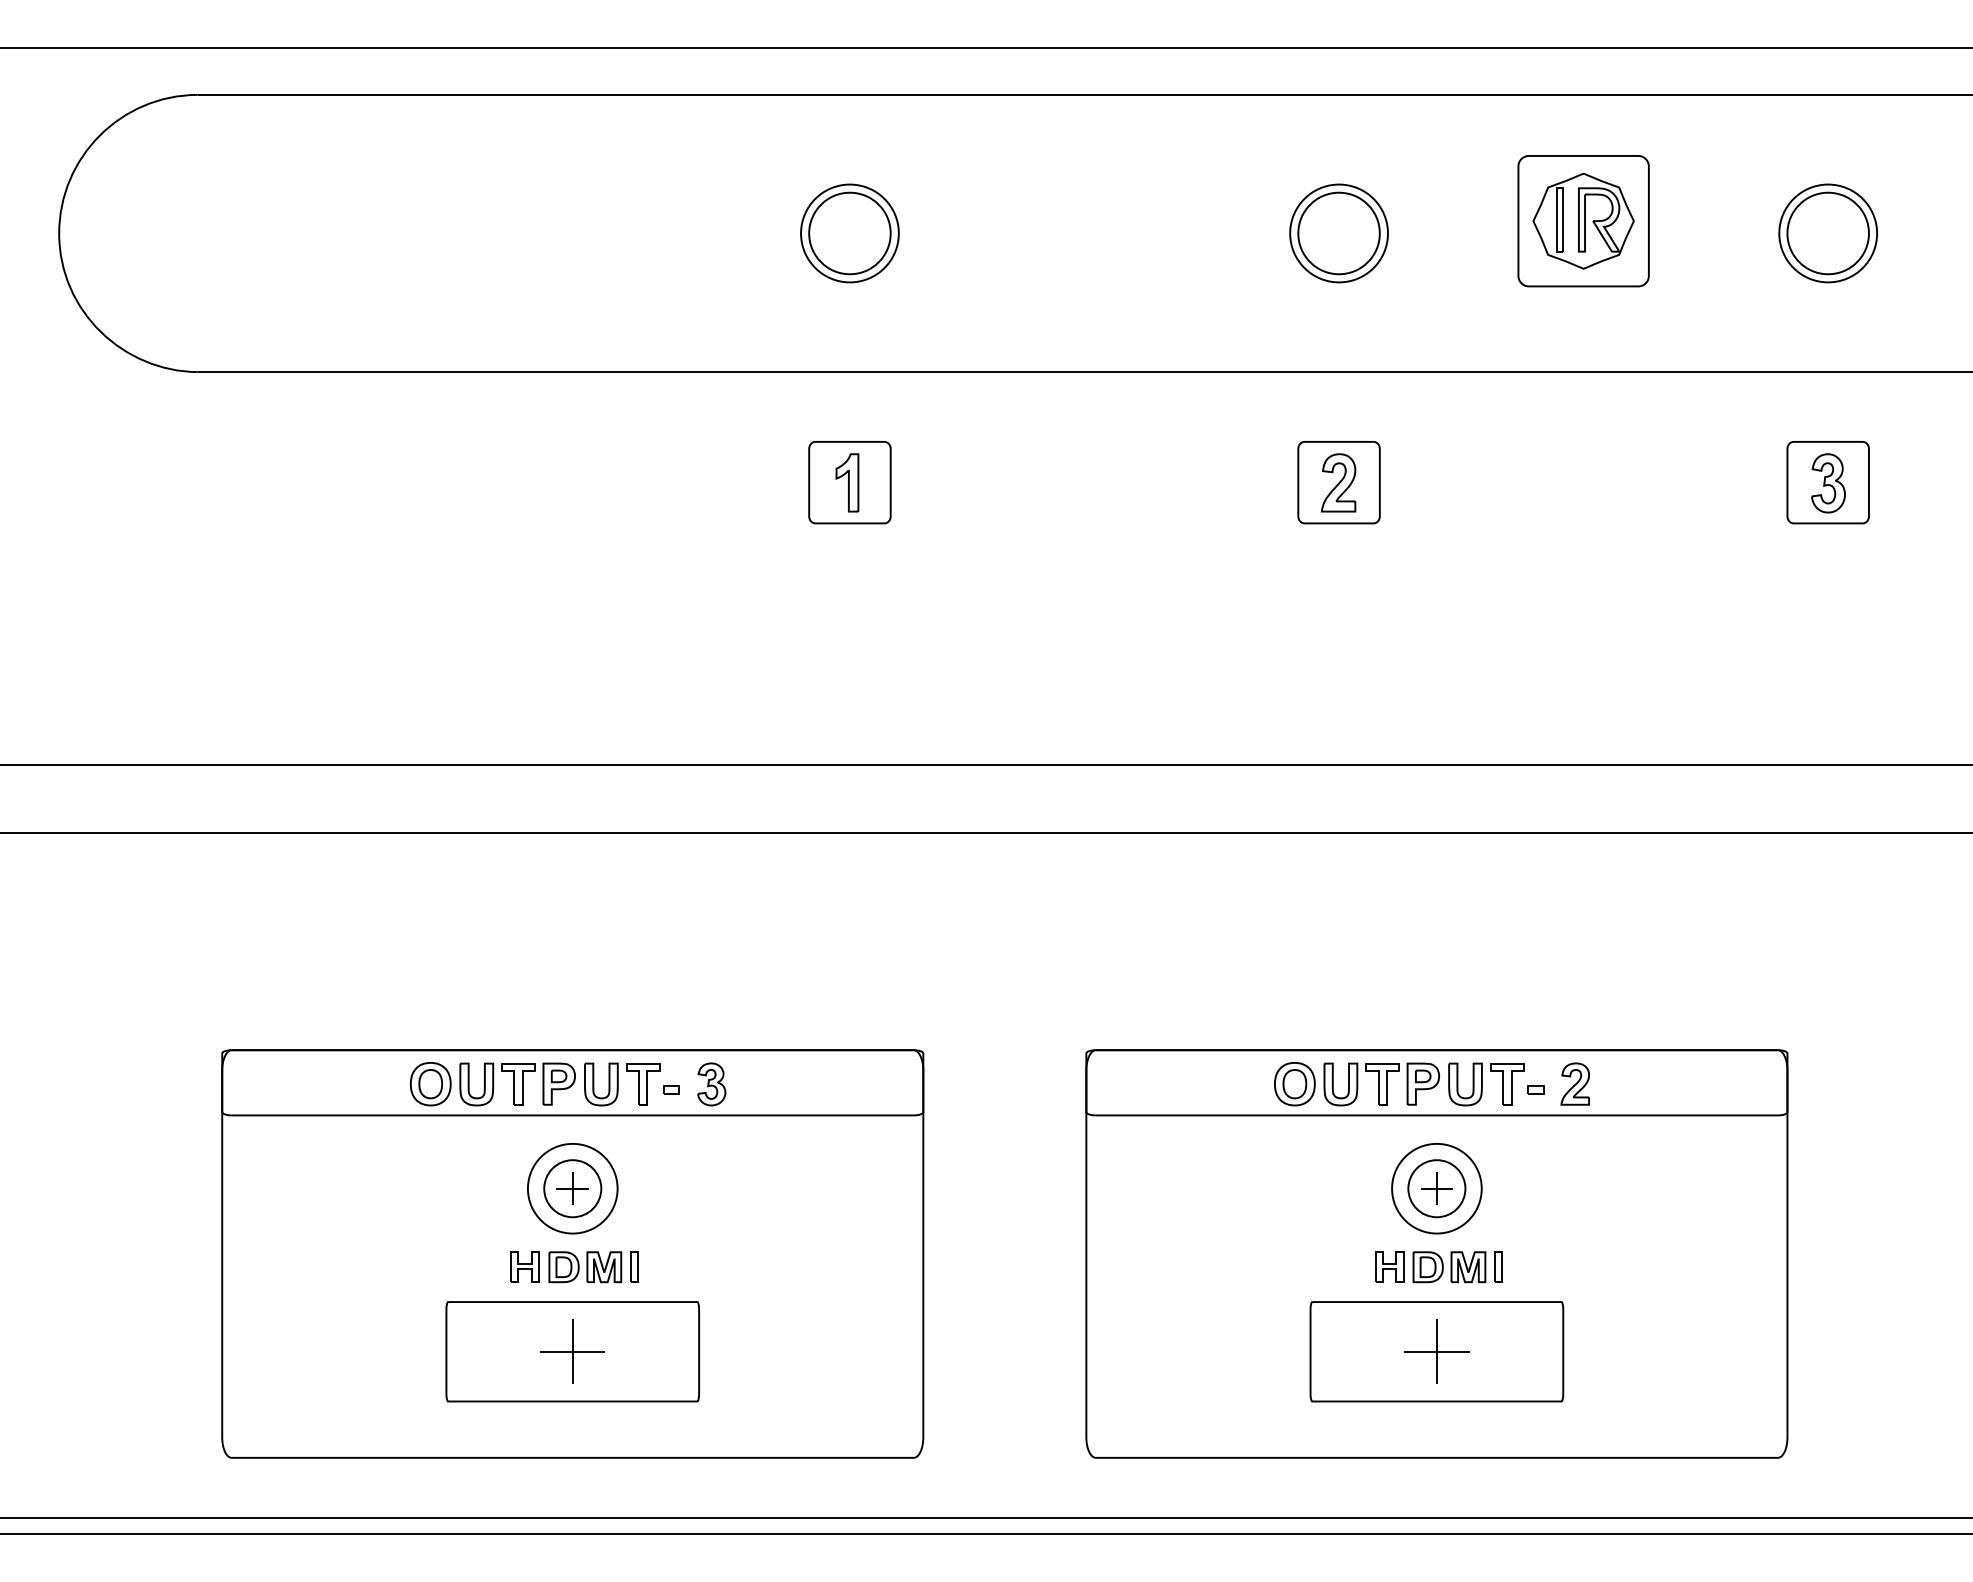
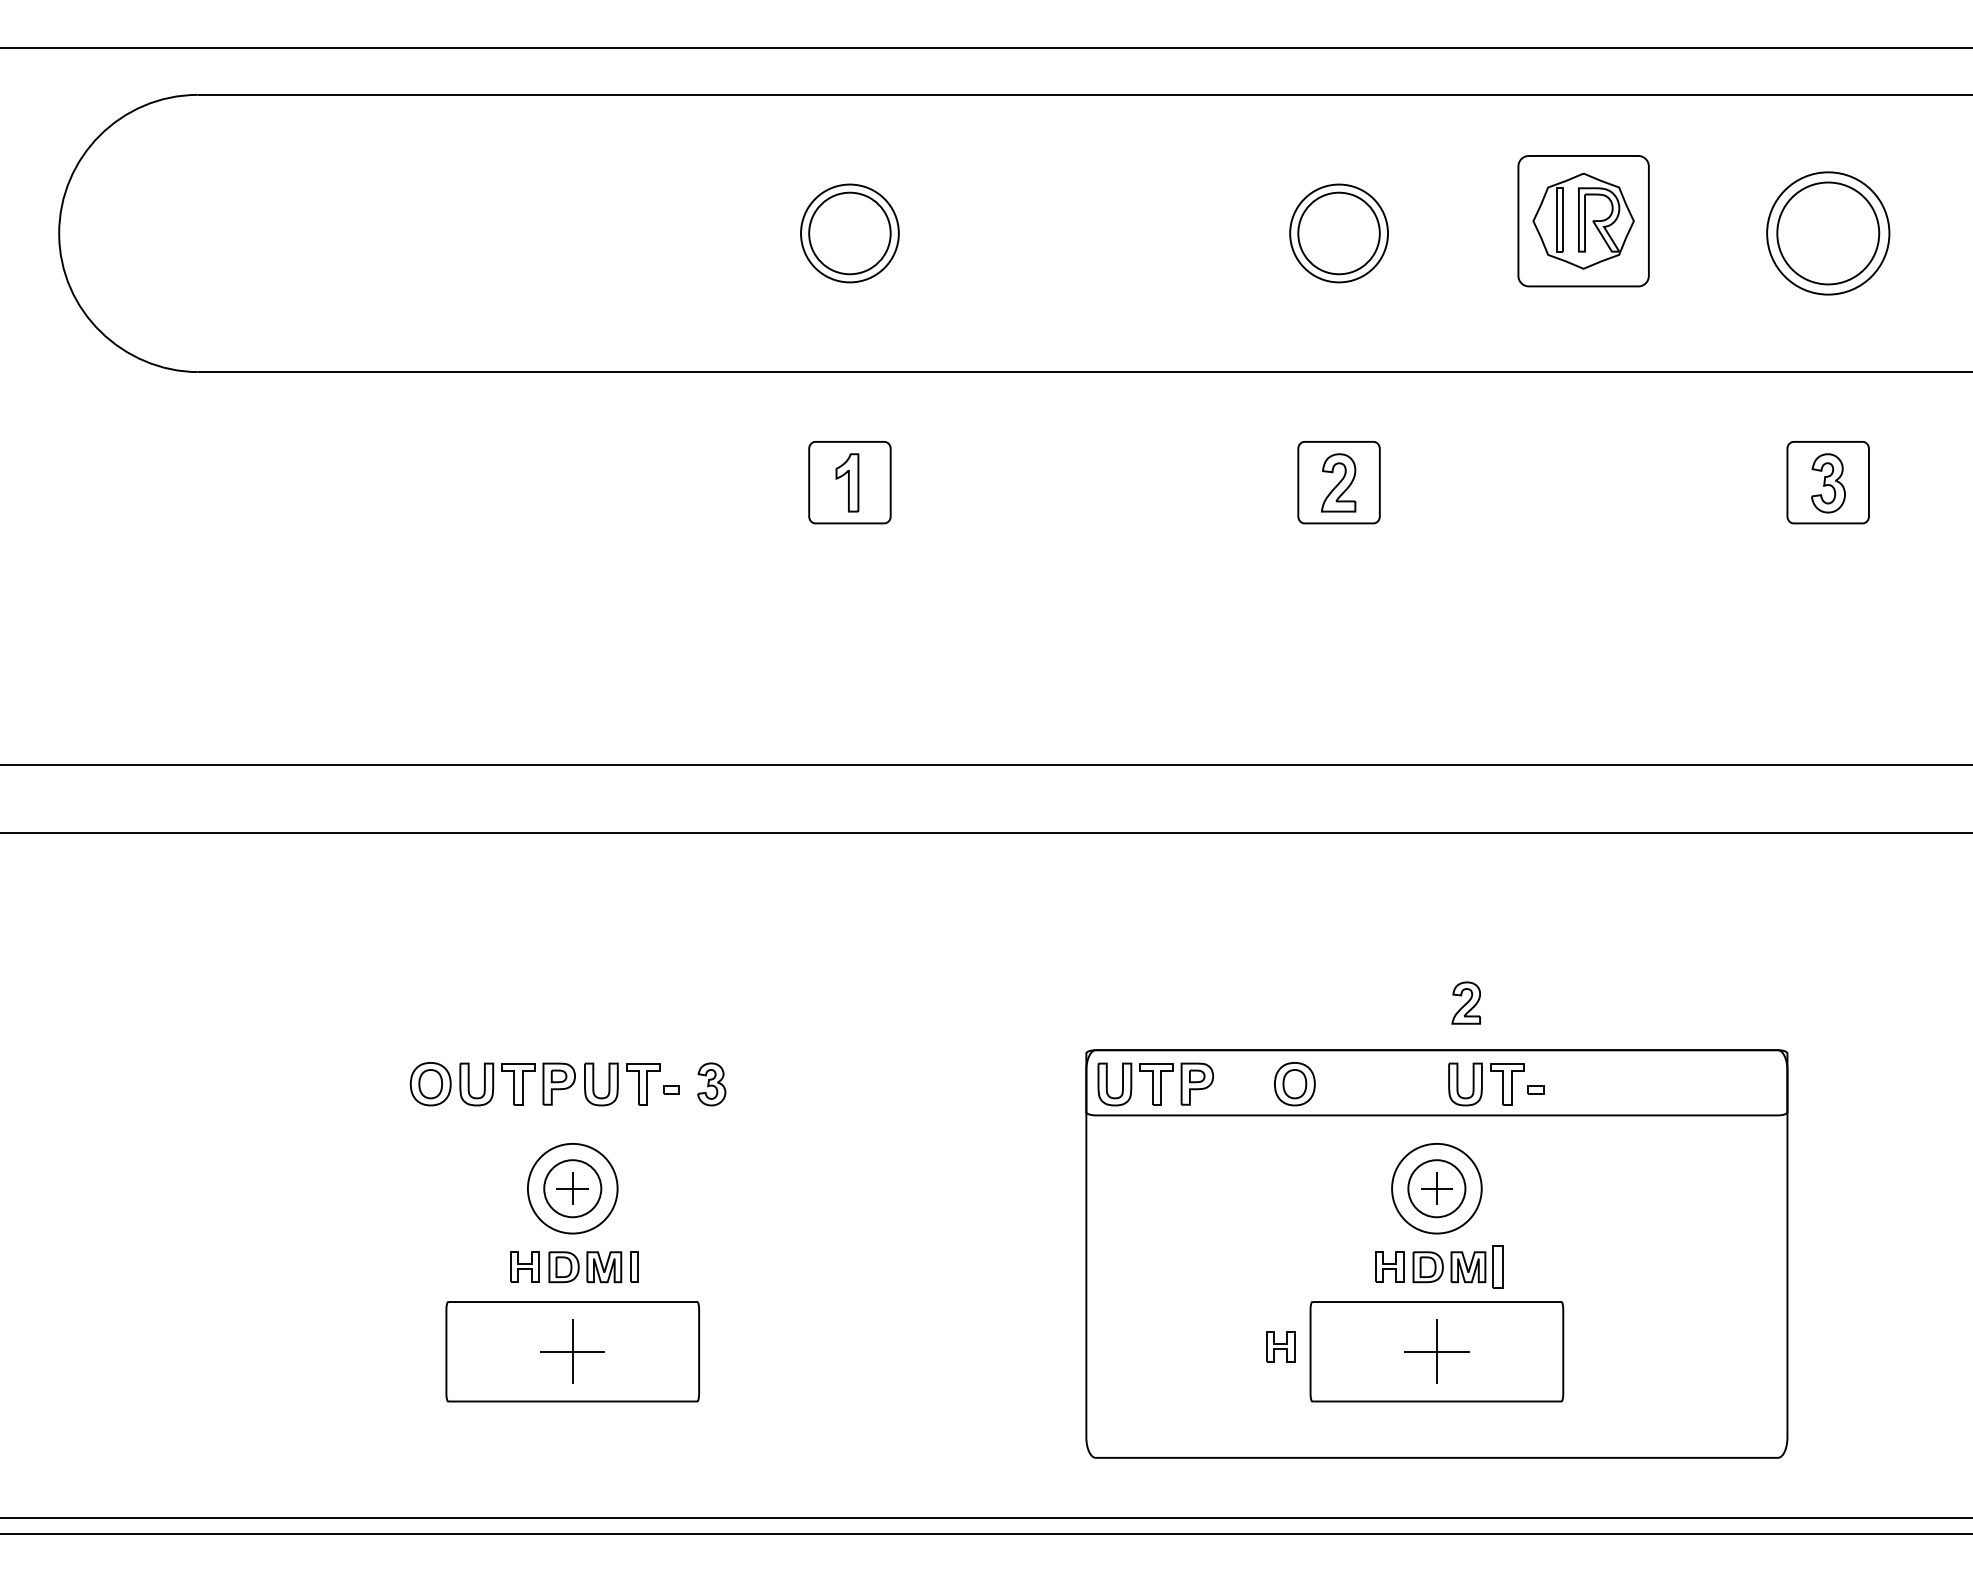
part at (1827, 233) size: 100x101 px -> 125x125 px
part at (1574, 1083) position: (1574, 1083) -> (1465, 1002)
part at (1381, 1084) position: (1381, 1084) -> (1155, 1084)
part at (572, 1253): present -> none
part at (1498, 1266) size: 9x32 px -> 12x44 px
part at (1280, 1346): none -> present
